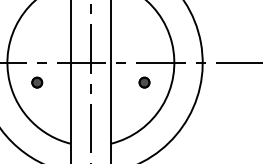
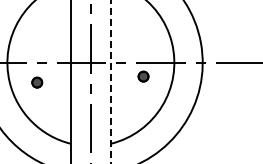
line at (110, 81): solid -> dashed
part at (144, 82) position: (144, 82) -> (143, 76)
